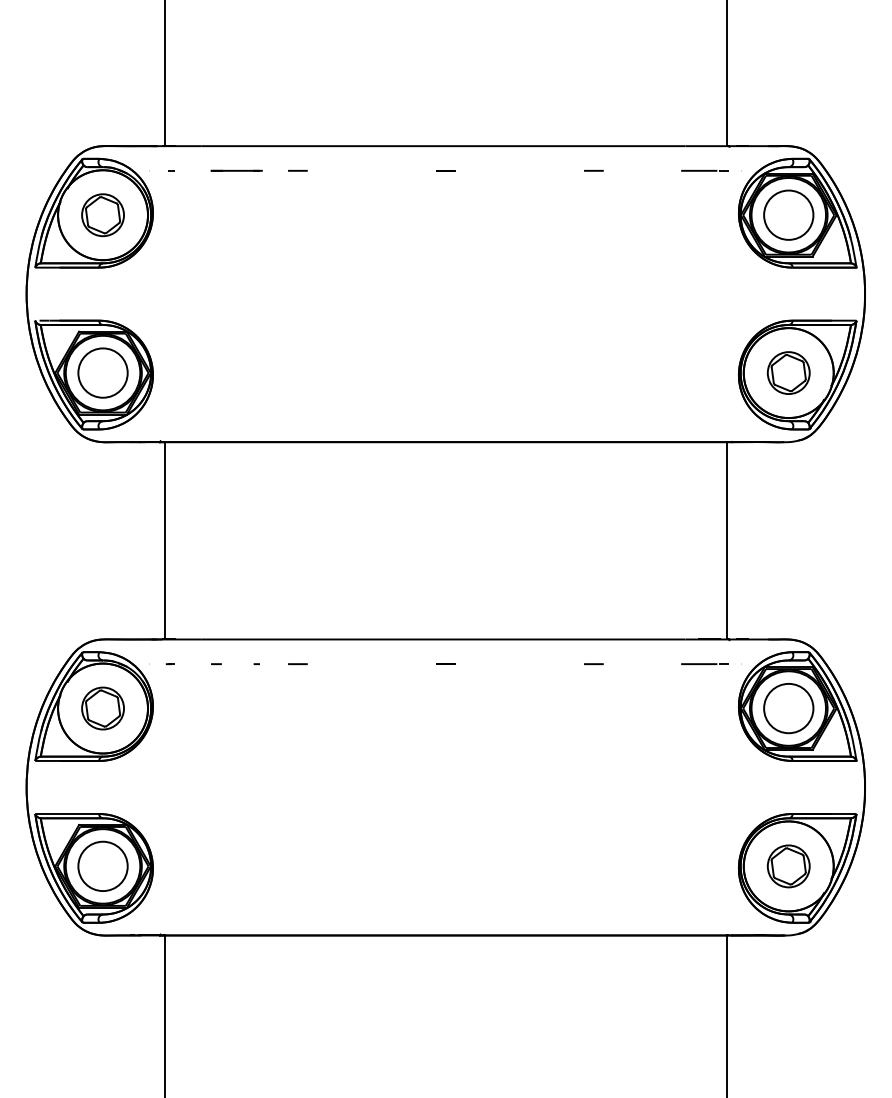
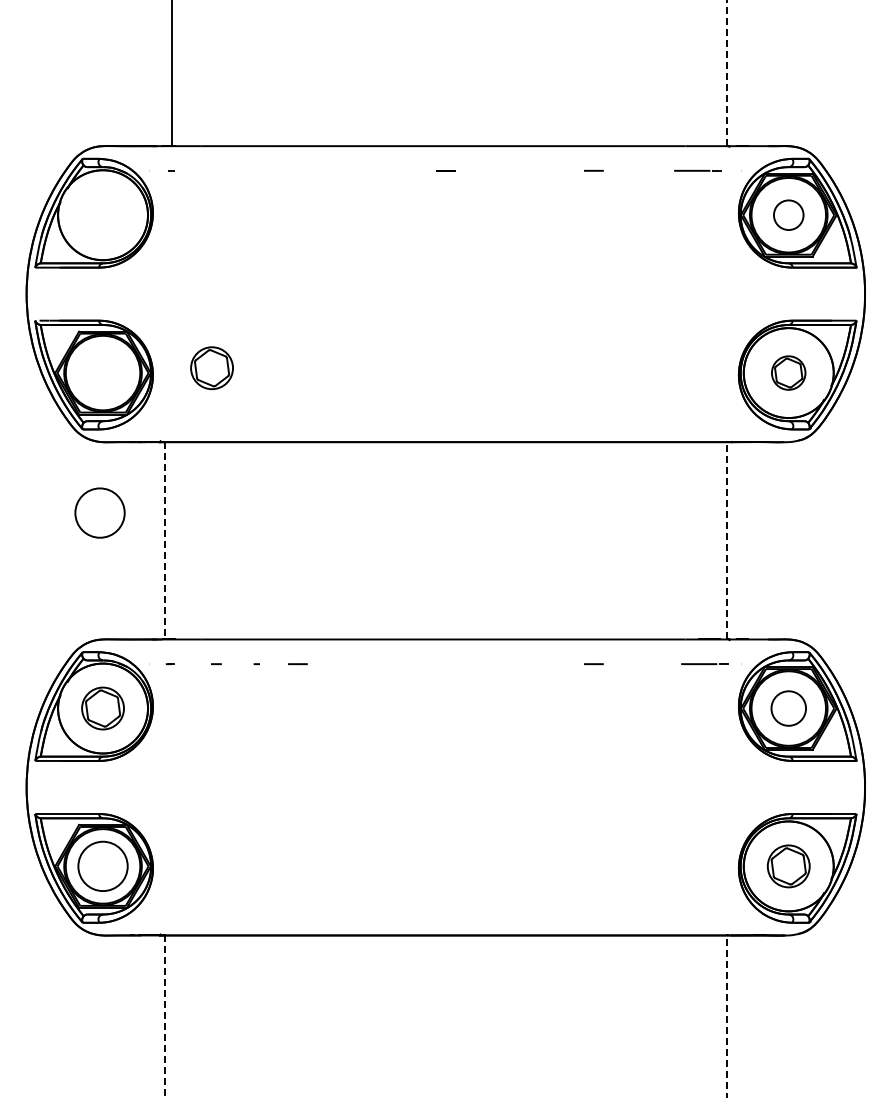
line at (727, 73): solid -> dashed
line at (164, 74) position: (164, 74) -> (171, 74)
line at (236, 170): present -> none
line at (297, 170): present -> none
line at (704, 170) position: (704, 170) -> (697, 170)
circle at (788, 214) diameter: 49 px -> 30 px
part at (102, 215) position: (102, 215) -> (211, 368)
circle at (102, 372) position: (102, 372) -> (99, 512)
part at (788, 372) size: 45x44 px -> 36x36 px
line at (164, 540): solid -> dashed
line at (727, 540): solid -> dashed
line at (445, 663): present -> none
circle at (788, 708) diameter: 49 px -> 35 px
line at (727, 1015): solid -> dashed
line at (164, 1016): solid -> dashed
